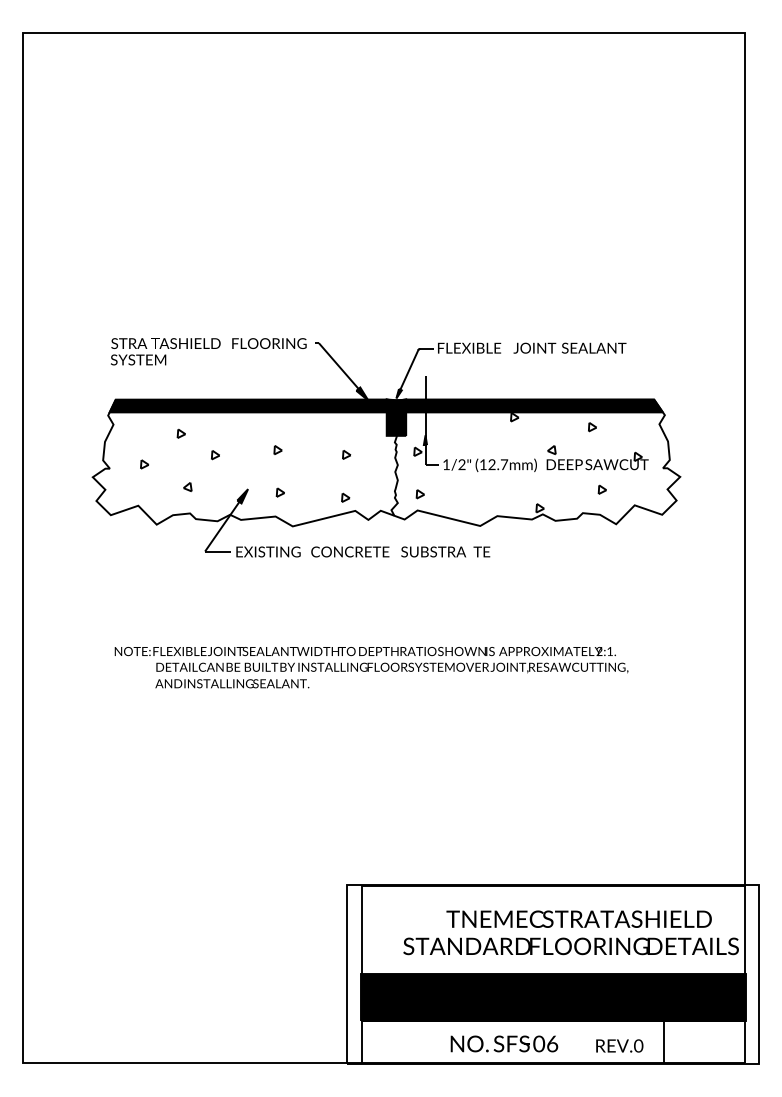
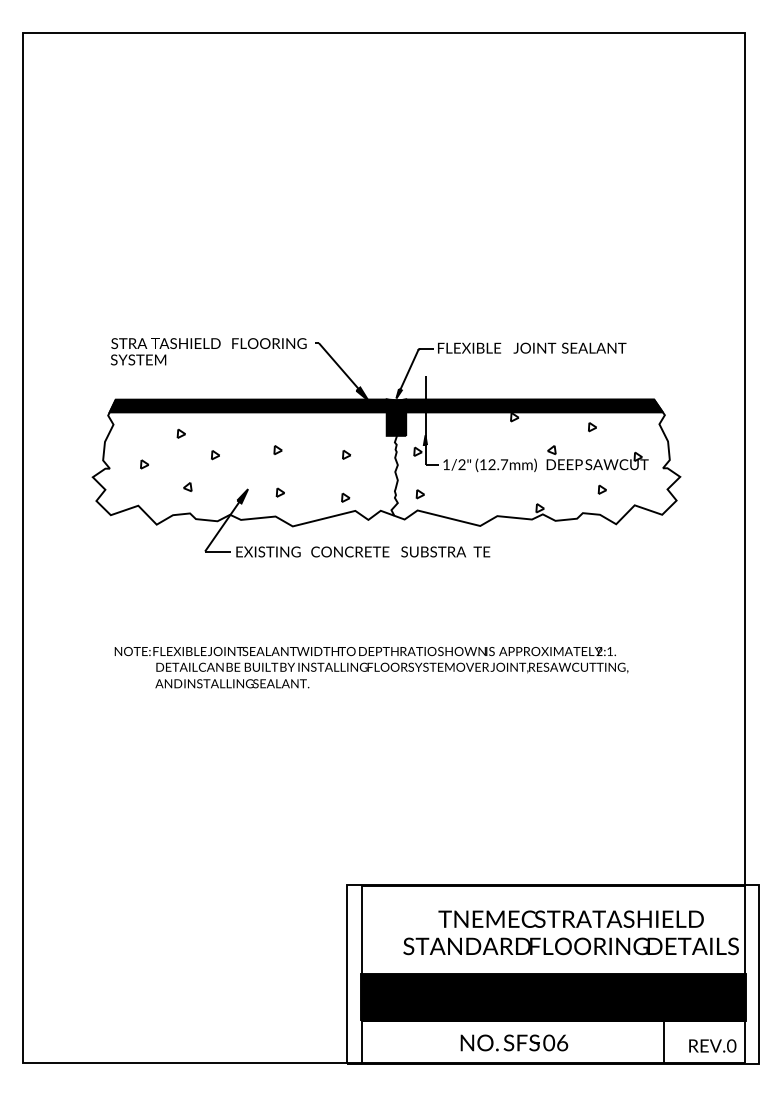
text at (578, 918) position: (578, 918) -> (570, 918)
text at (504, 1043) position: (504, 1043) -> (514, 1042)
text at (619, 1045) position: (619, 1045) -> (712, 1045)
